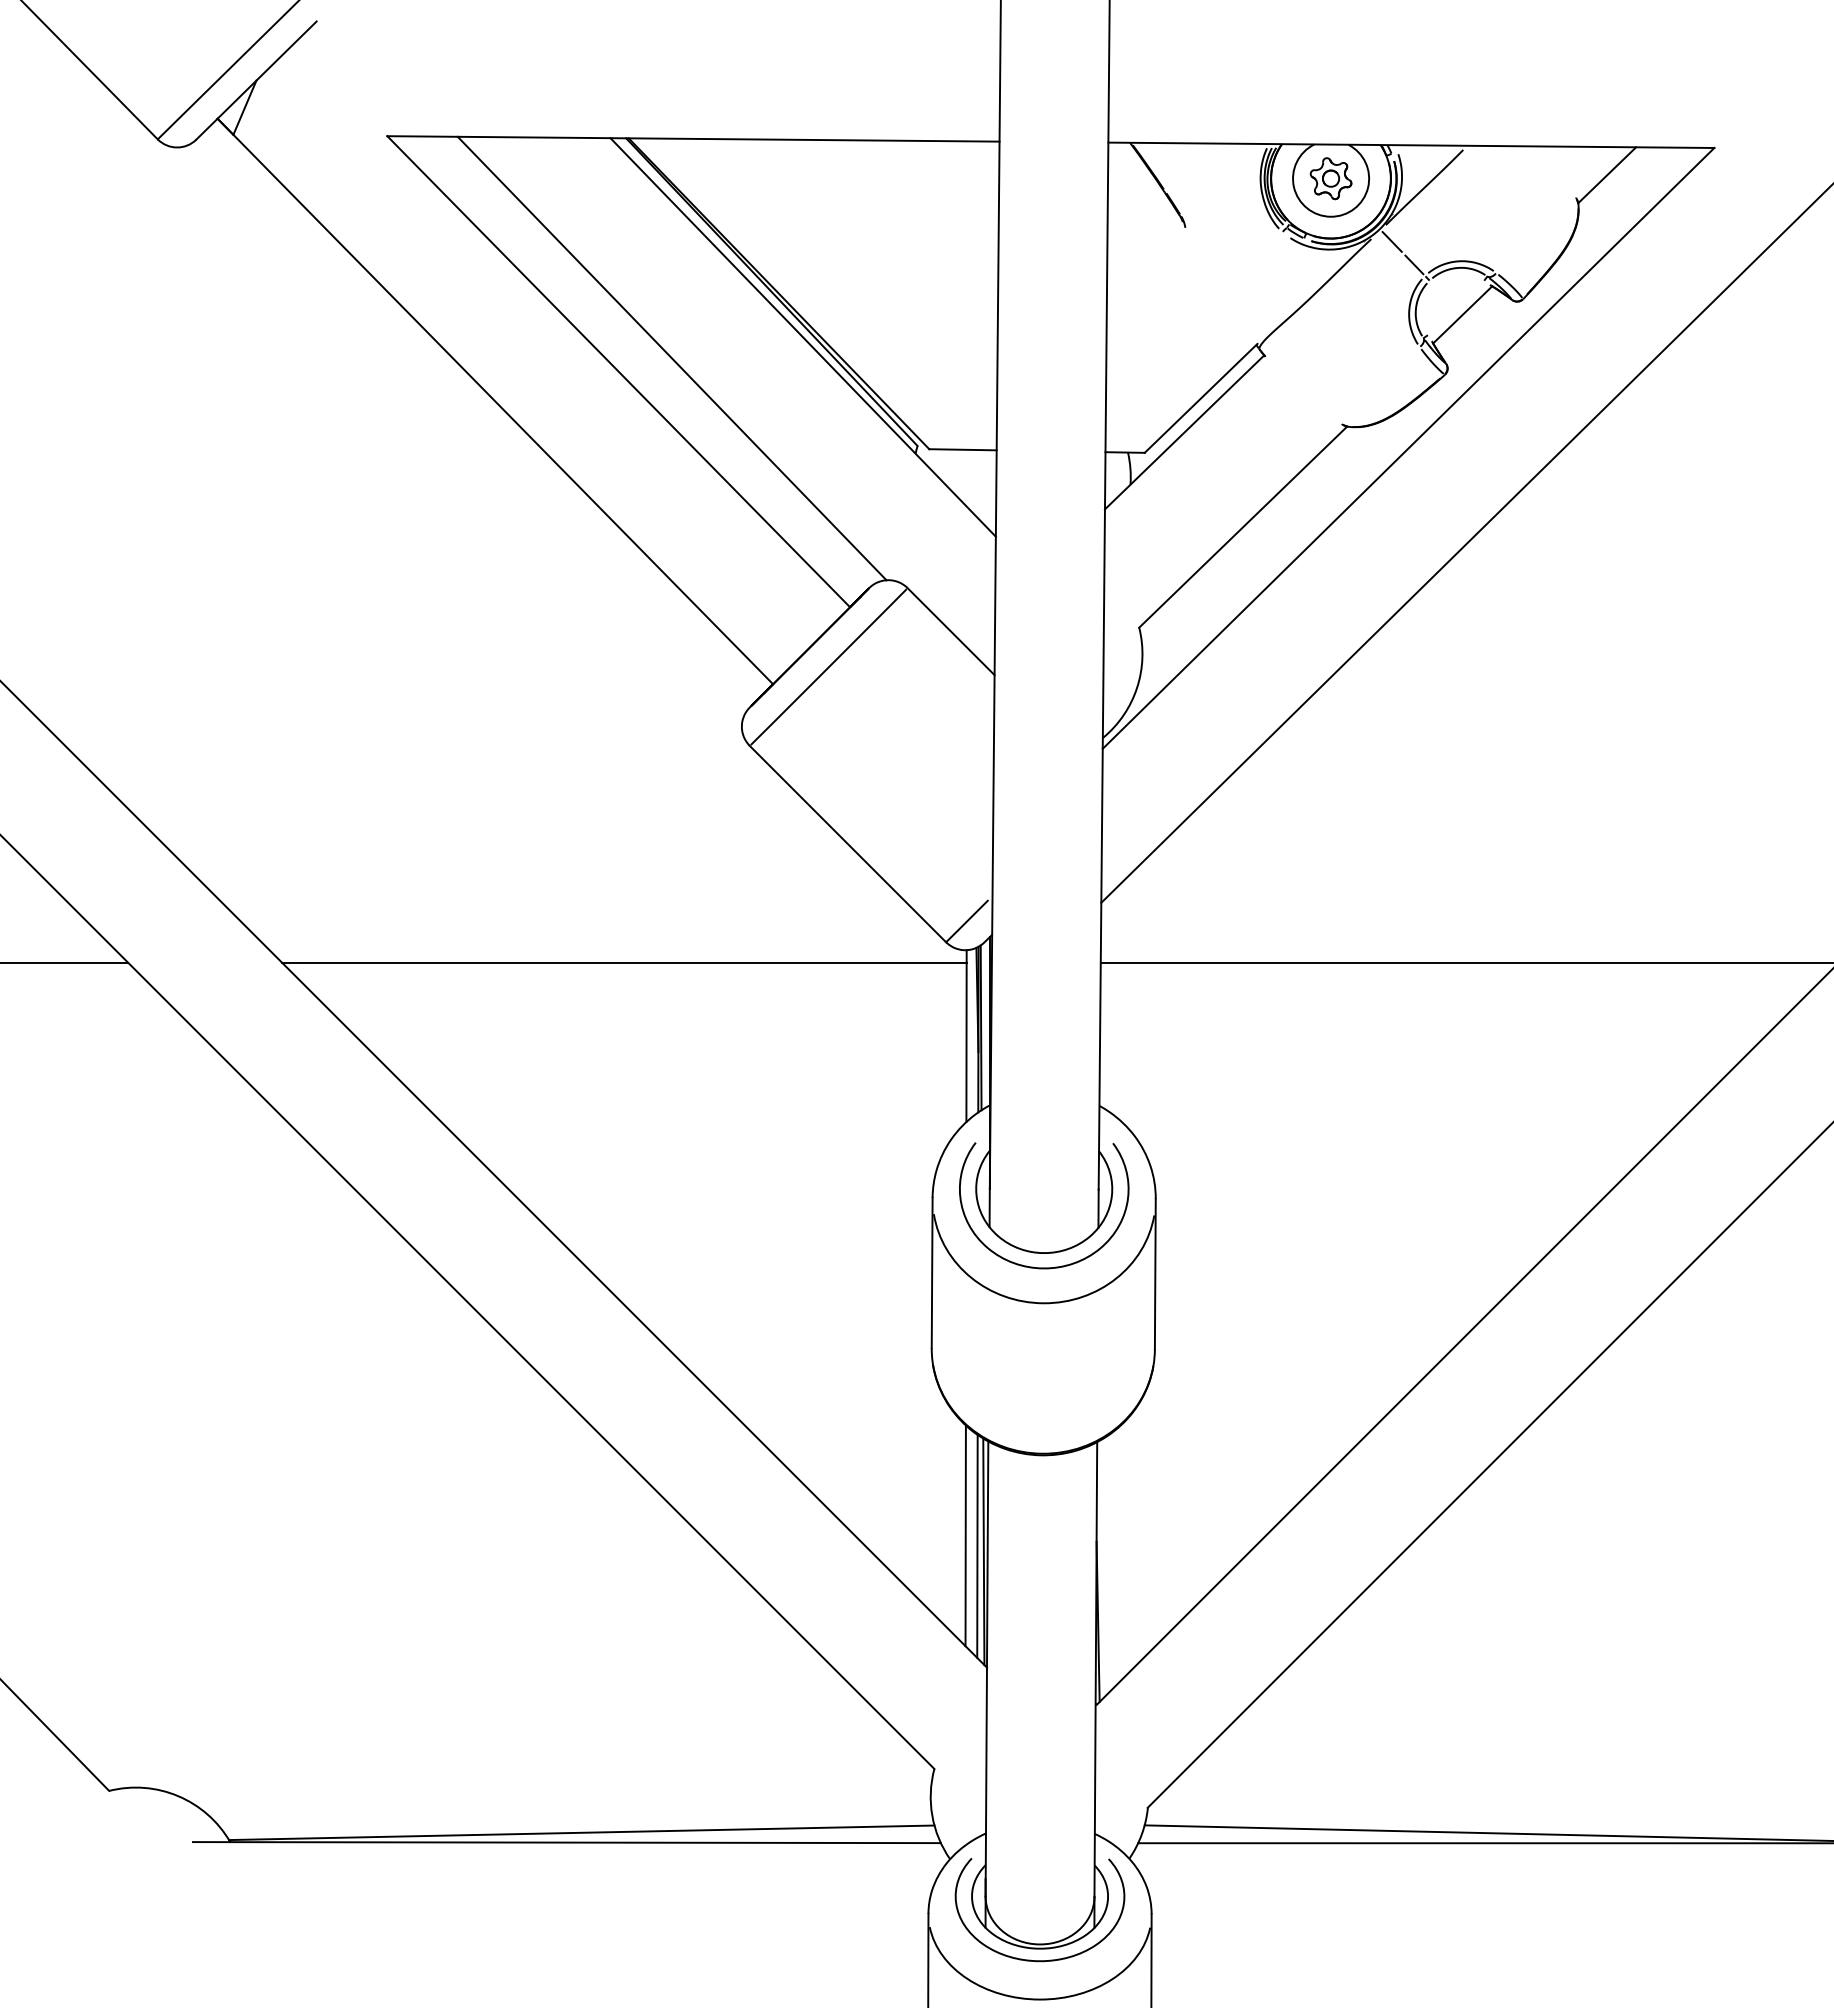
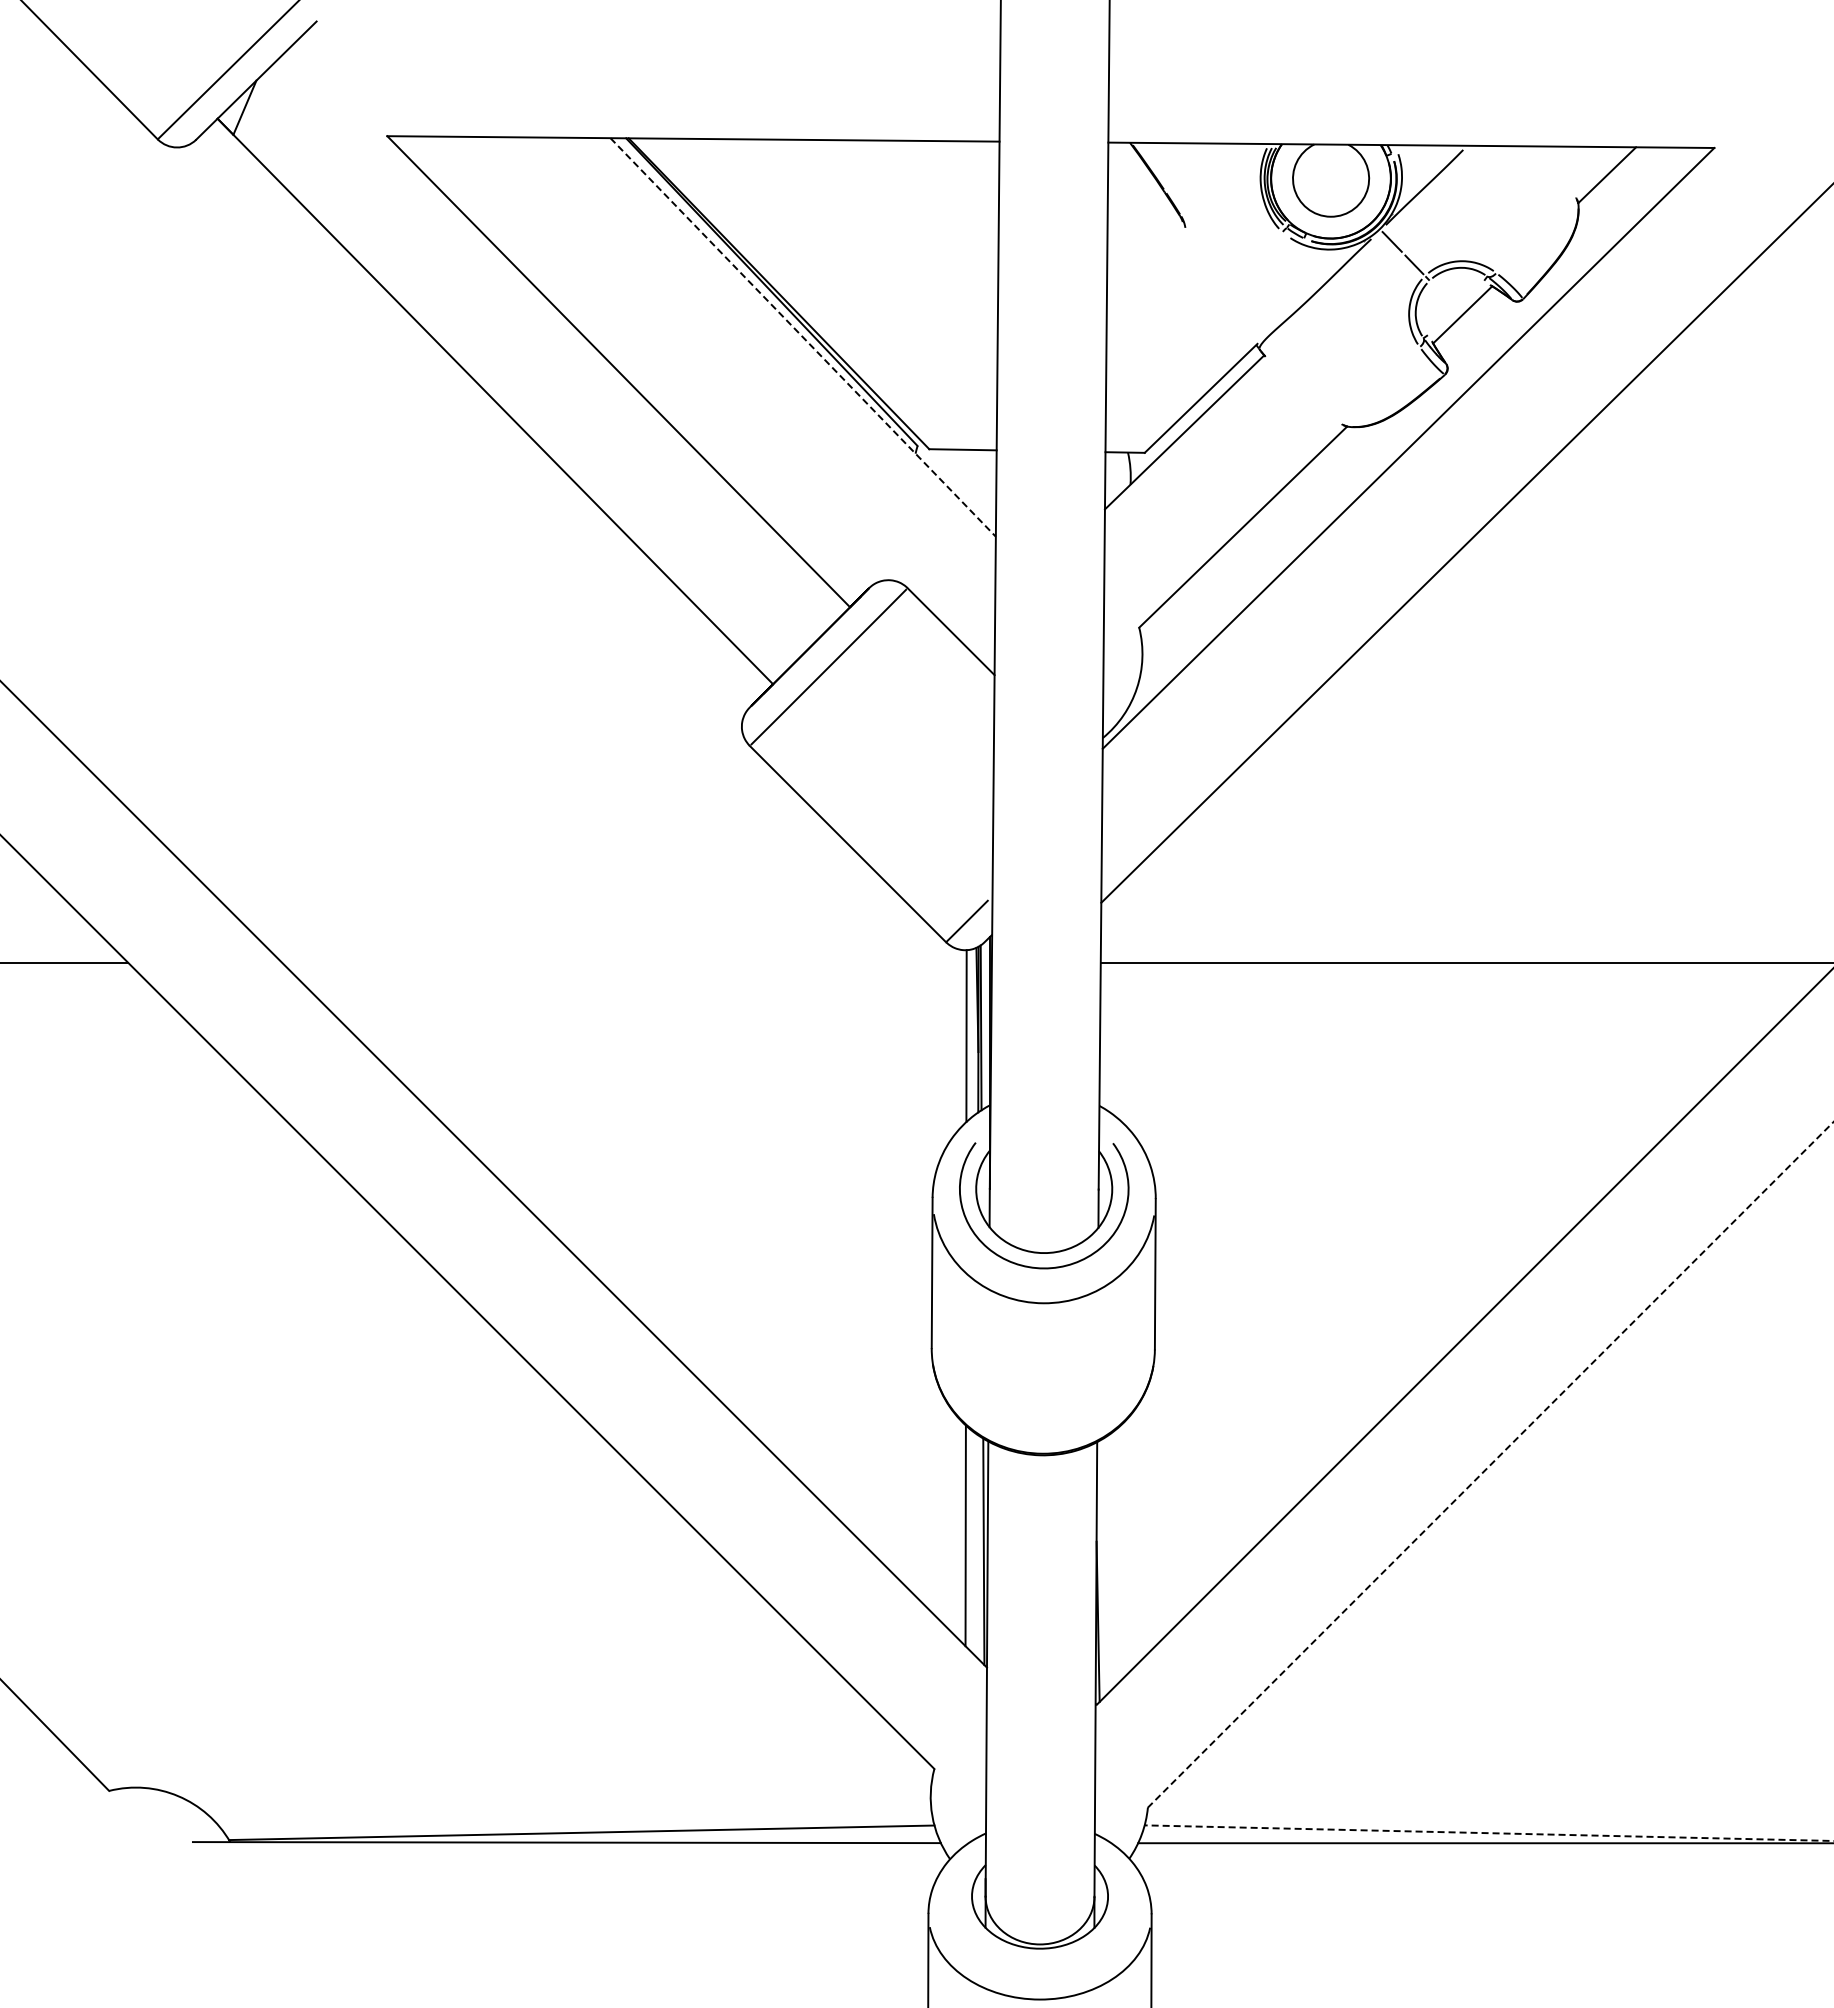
part at (1330, 178): present -> none
line at (803, 337): solid -> dashed
line at (671, 358): present -> none
line at (624, 963): present -> none
line at (1490, 1464): solid -> dashed
line at (977, 1545): present -> none
line at (1488, 1833): solid -> dashed
curve at (1030, 1959): present -> none
